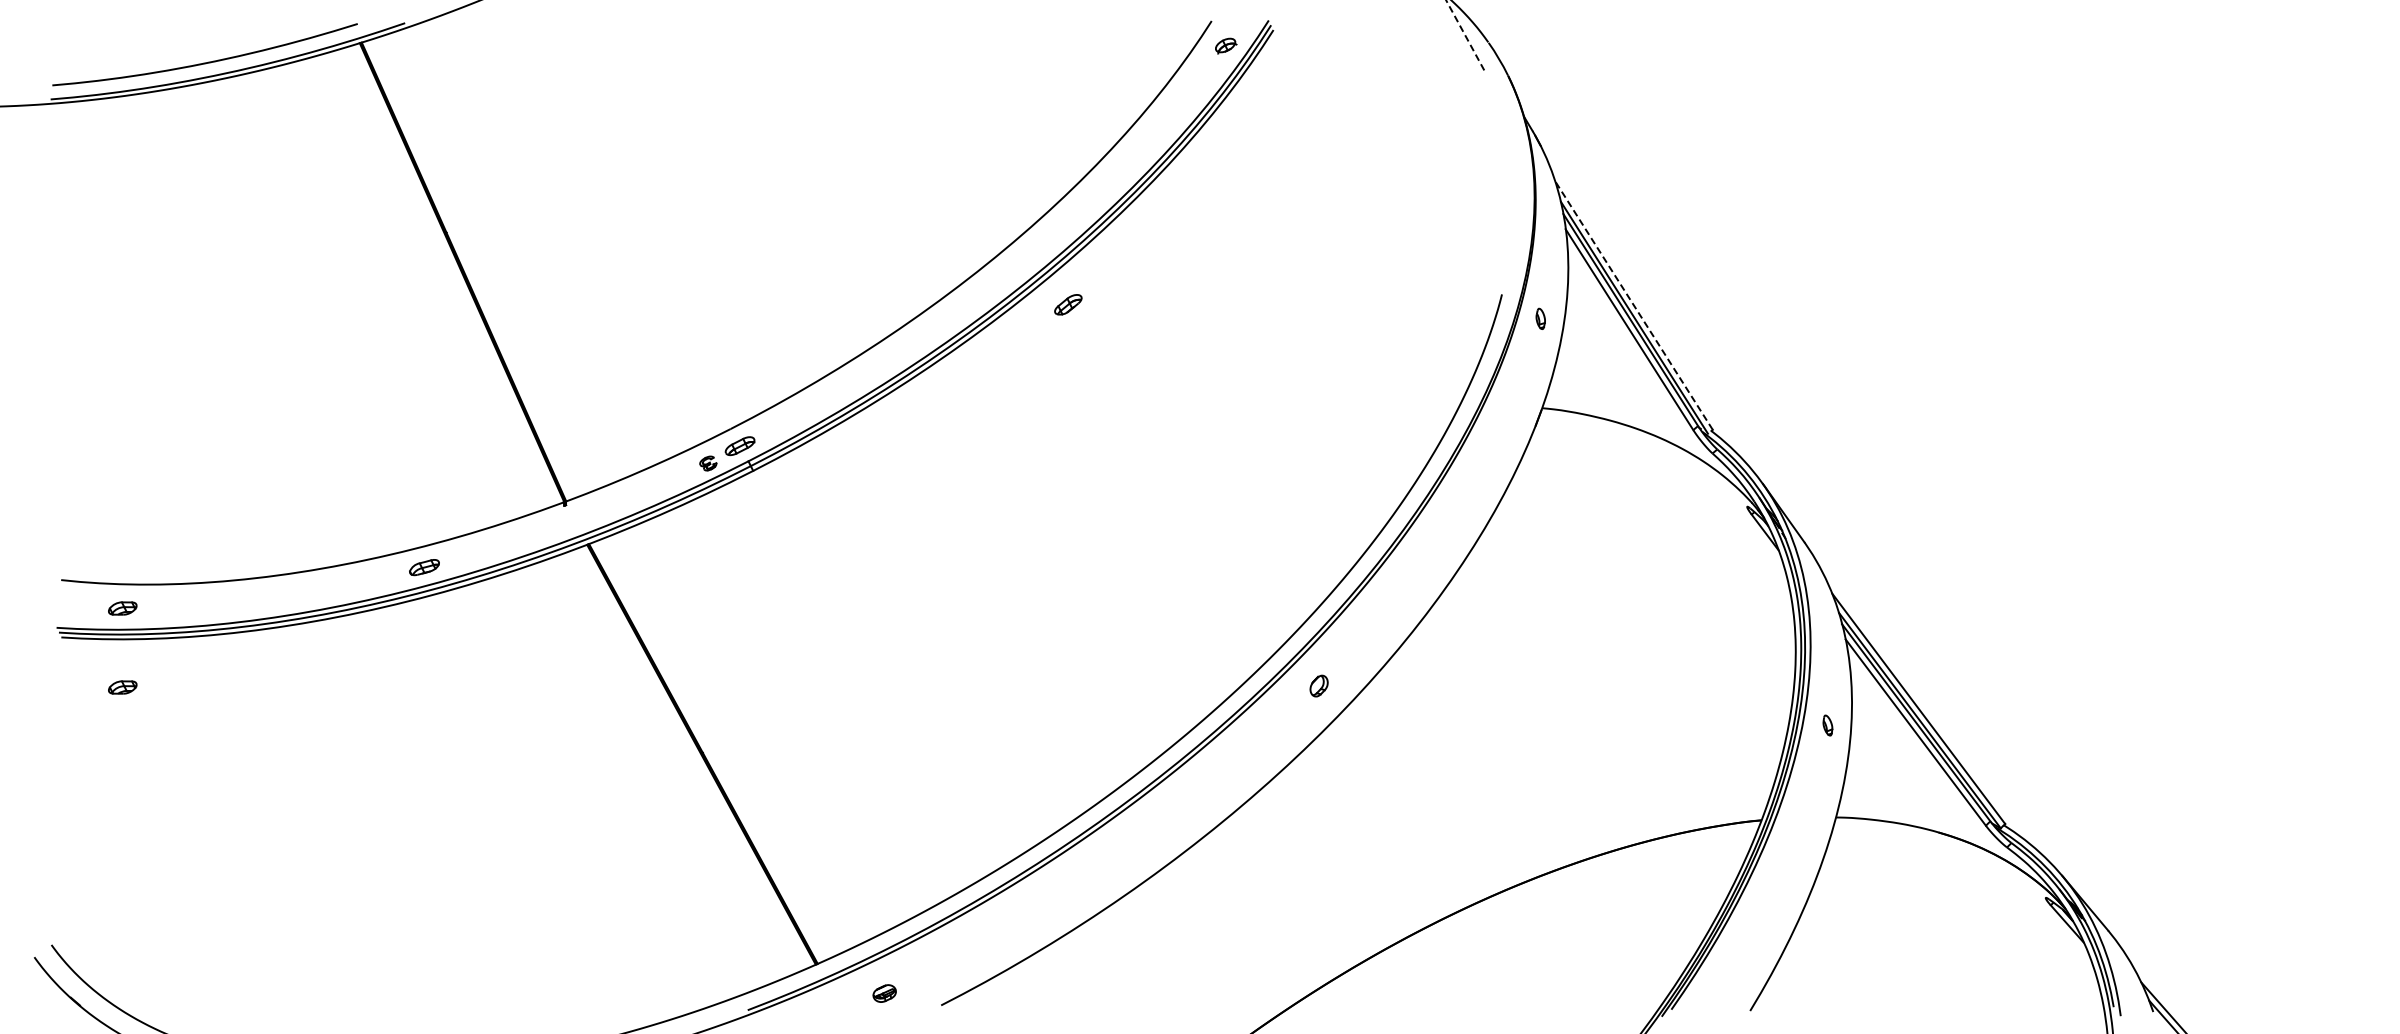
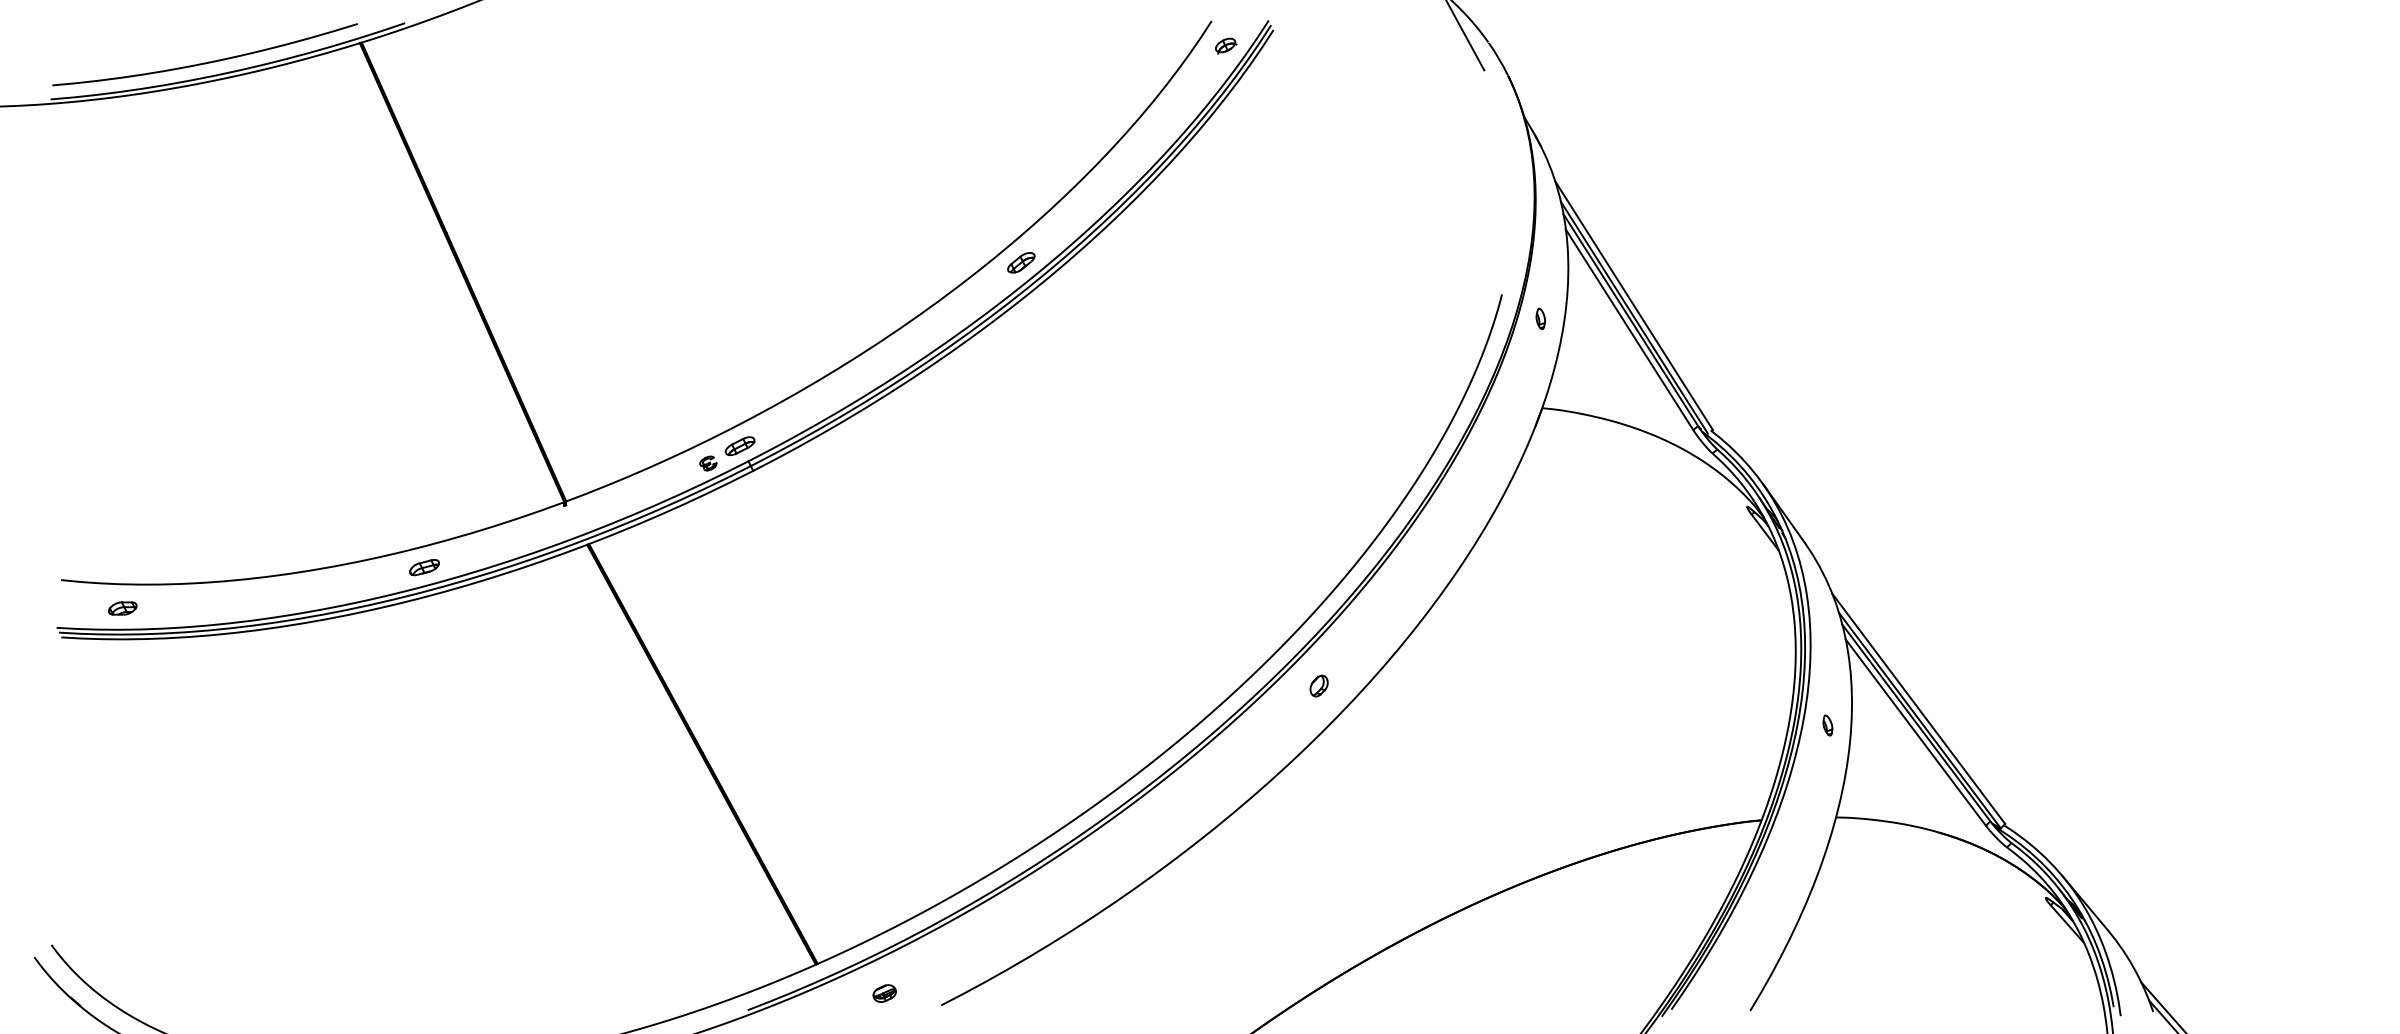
line at (1465, 35): dashed -> solid
part at (1068, 304) position: (1068, 304) -> (1021, 262)
line at (1633, 305): dashed -> solid
part at (122, 687): present -> none
